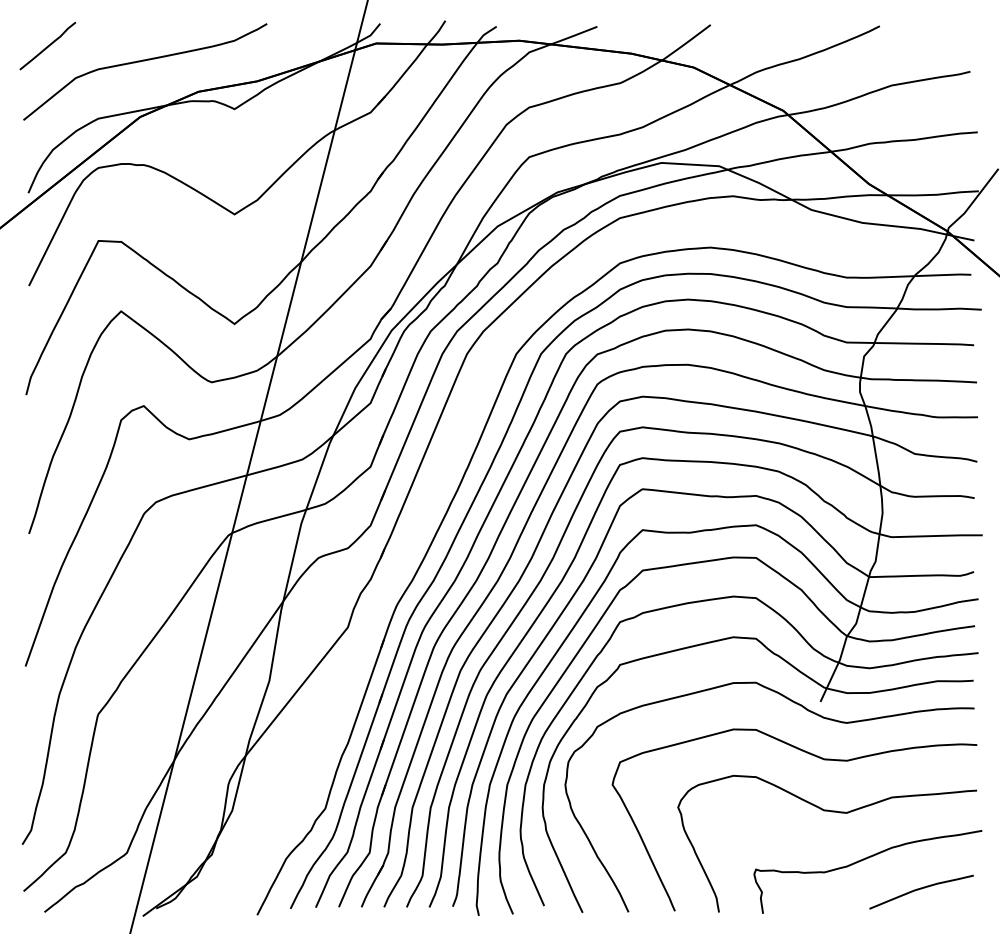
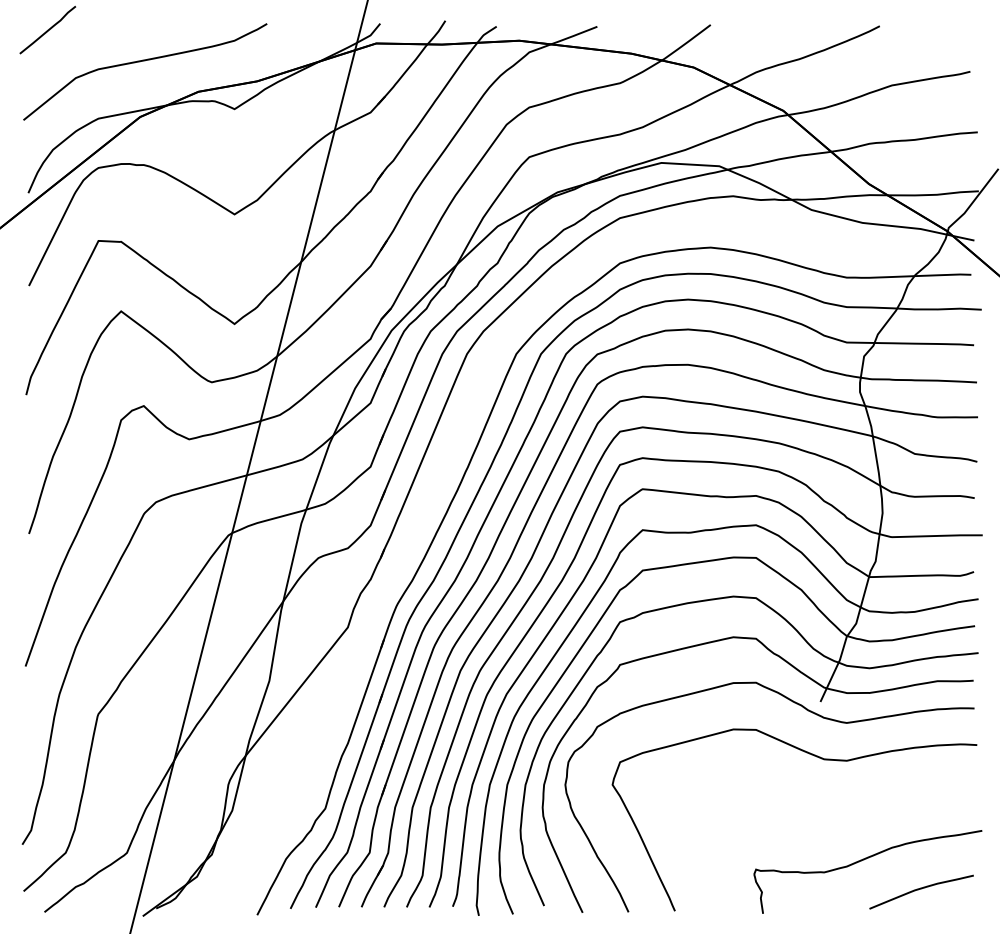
curve at (47, 45) position: (47, 45) -> (47, 29)
curve at (831, 812): present -> none
